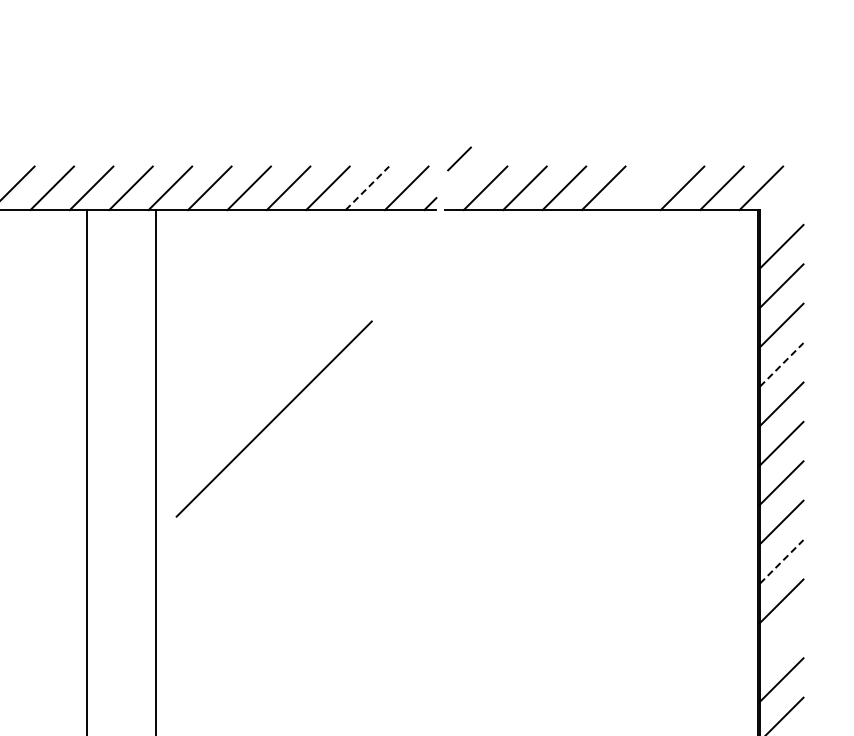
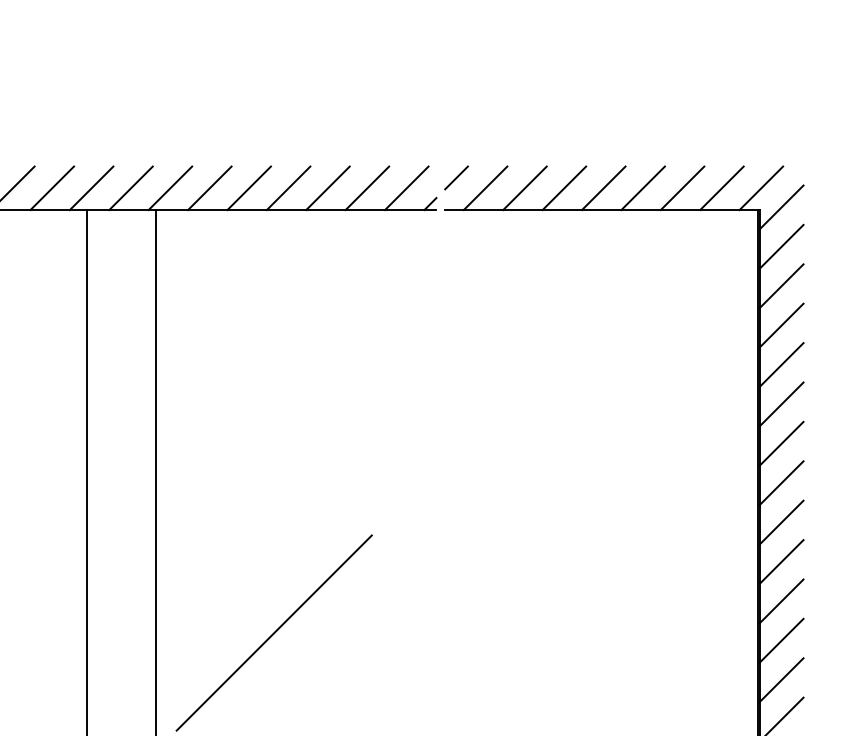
line at (459, 158) position: (459, 158) -> (456, 177)
line at (367, 188): dashed -> solid
line at (642, 188): none -> present
line at (781, 207): none -> present
line at (781, 364): dashed -> solid
line at (273, 418) position: (273, 418) -> (273, 632)
line at (781, 561): dashed -> solid
line at (781, 640): none -> present
